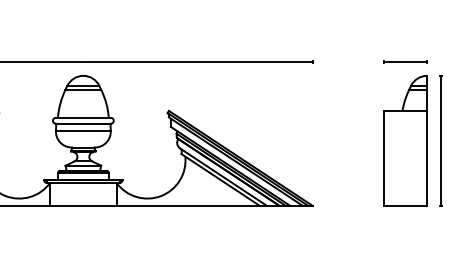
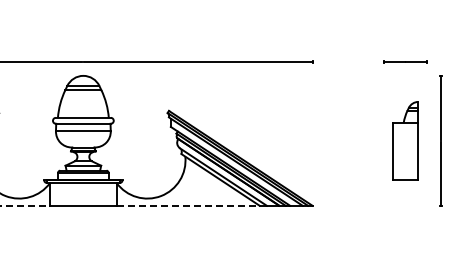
part at (405, 140) size: 45x132 px -> 27x80 px
line at (25, 205): solid -> dashed
line at (188, 205): solid -> dashed
